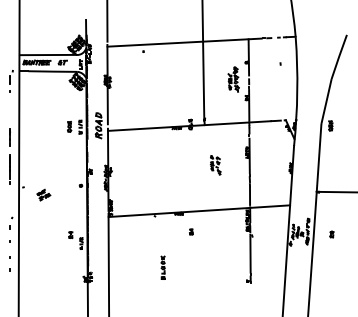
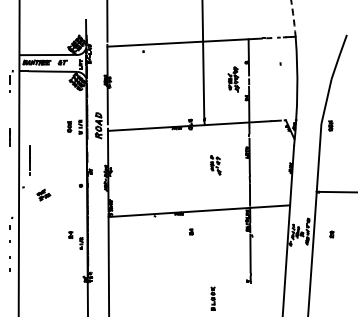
arc at (293, 17): solid -> dashed
line at (9, 169) position: (9, 169) -> (29, 160)
part at (162, 267) position: (162, 267) -> (212, 298)
